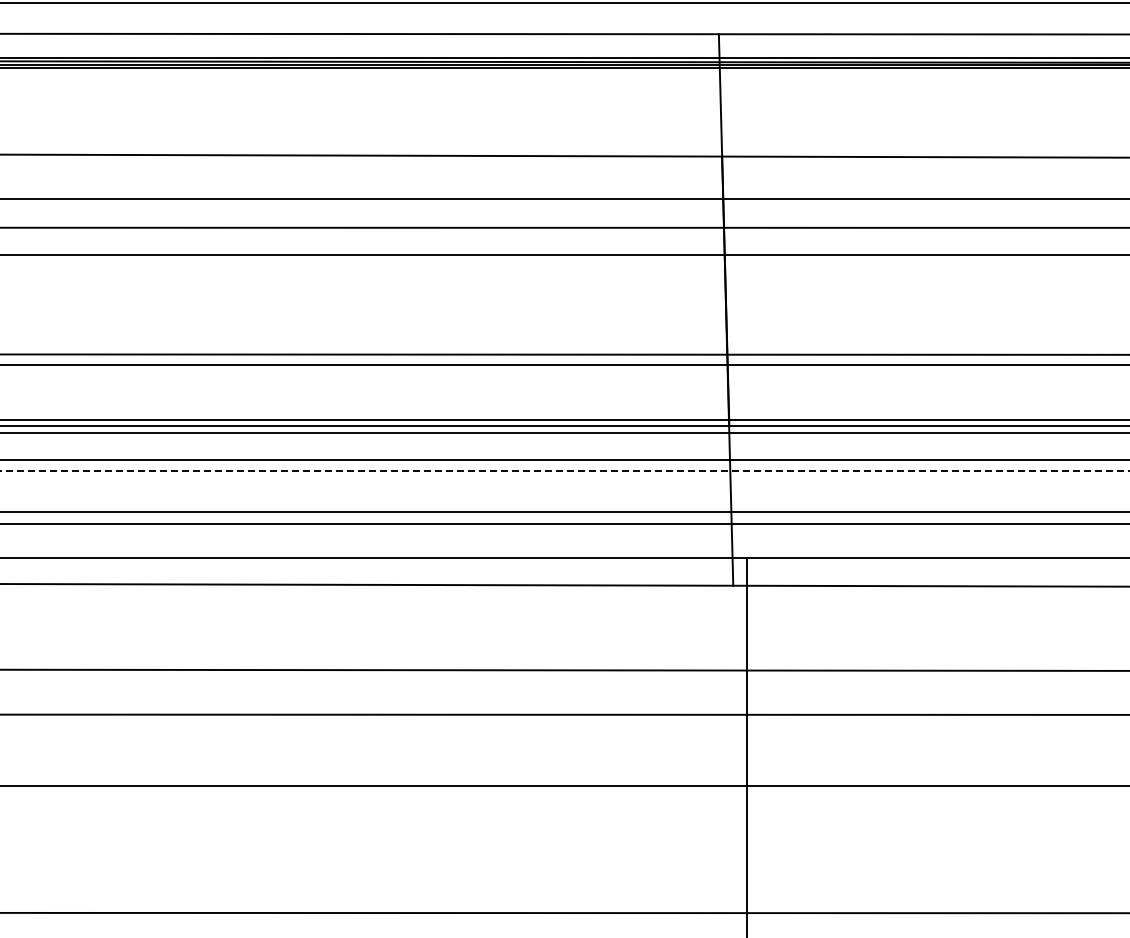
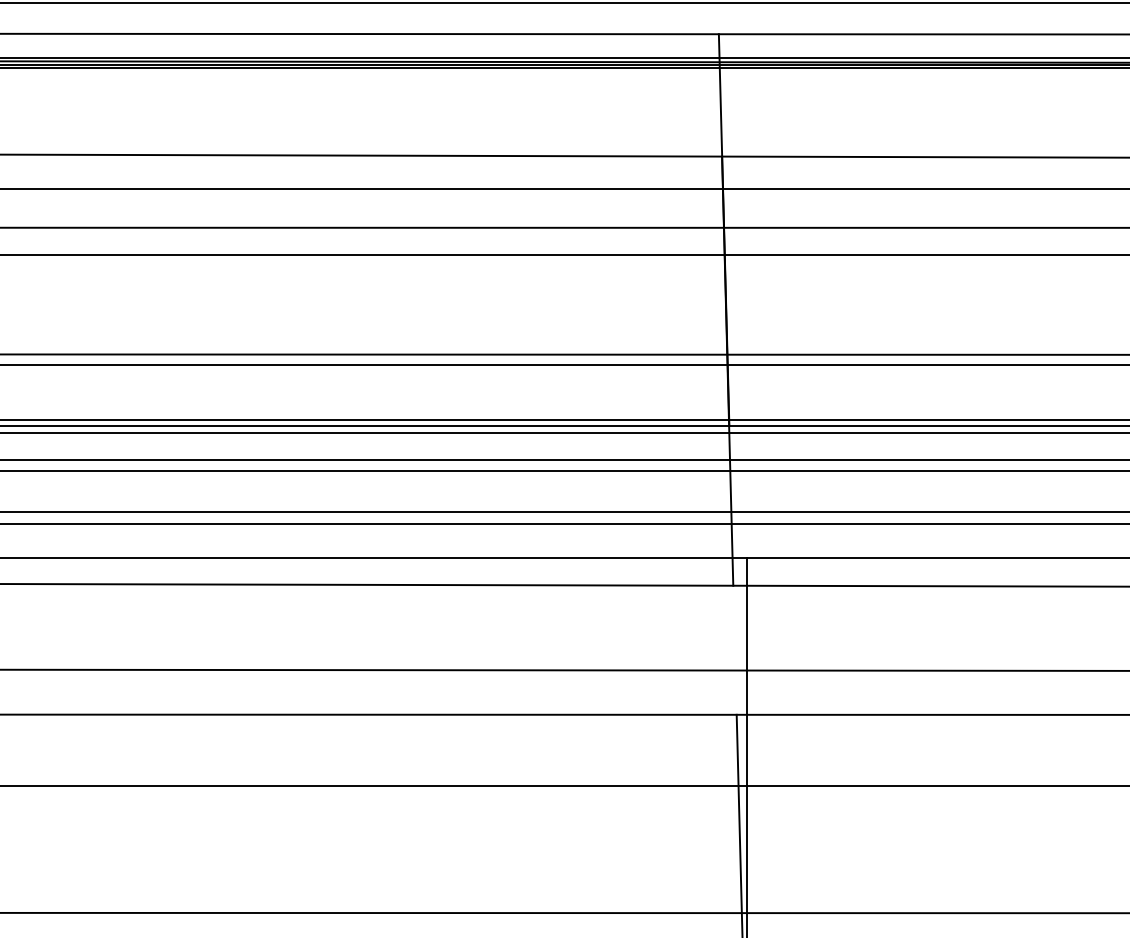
line at (564, 198) position: (564, 198) -> (564, 188)
line at (564, 471): dashed -> solid
line at (739, 824): none -> present
